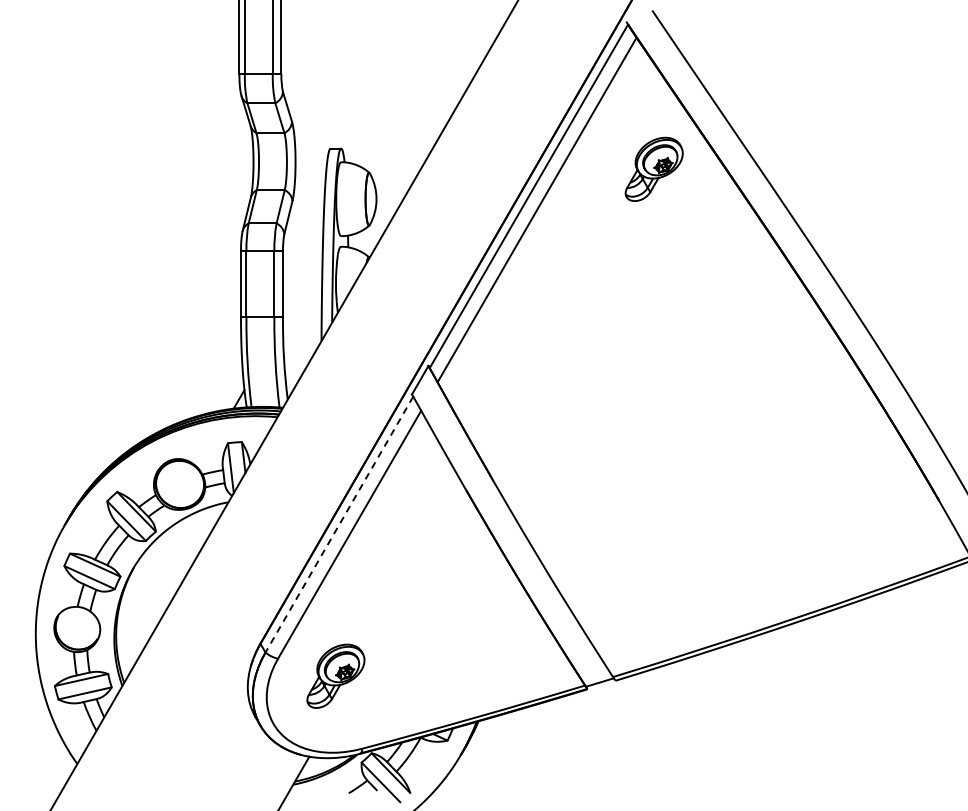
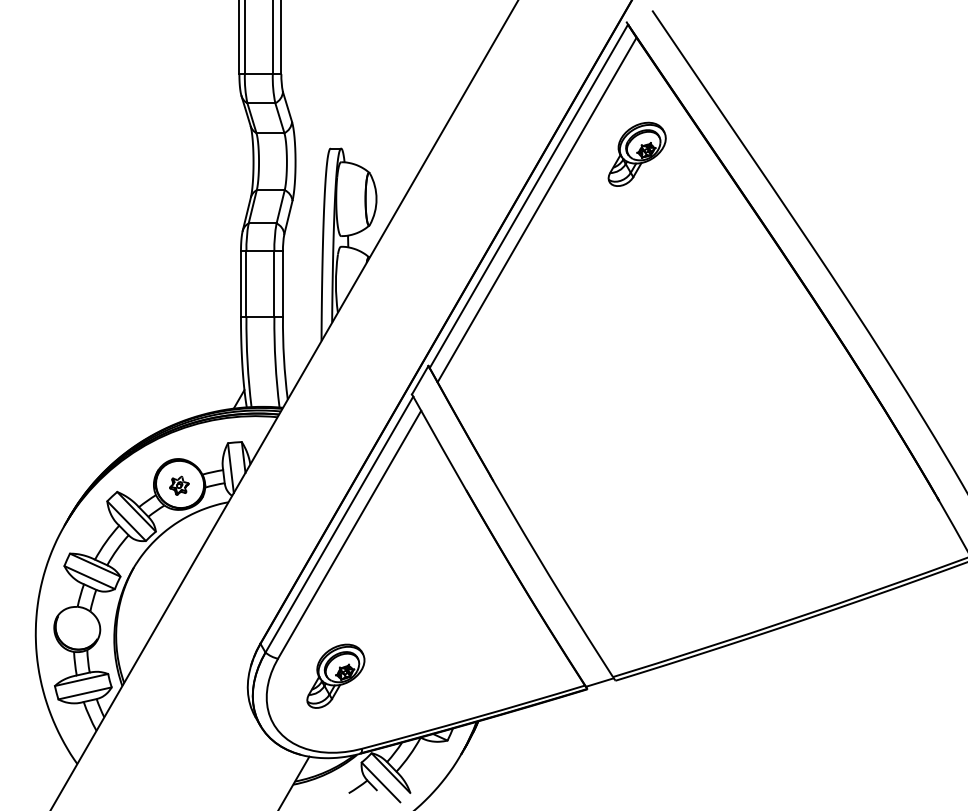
part at (653, 168) position: (653, 168) -> (636, 153)
part at (179, 485): none -> present
line at (339, 524): dashed -> solid
